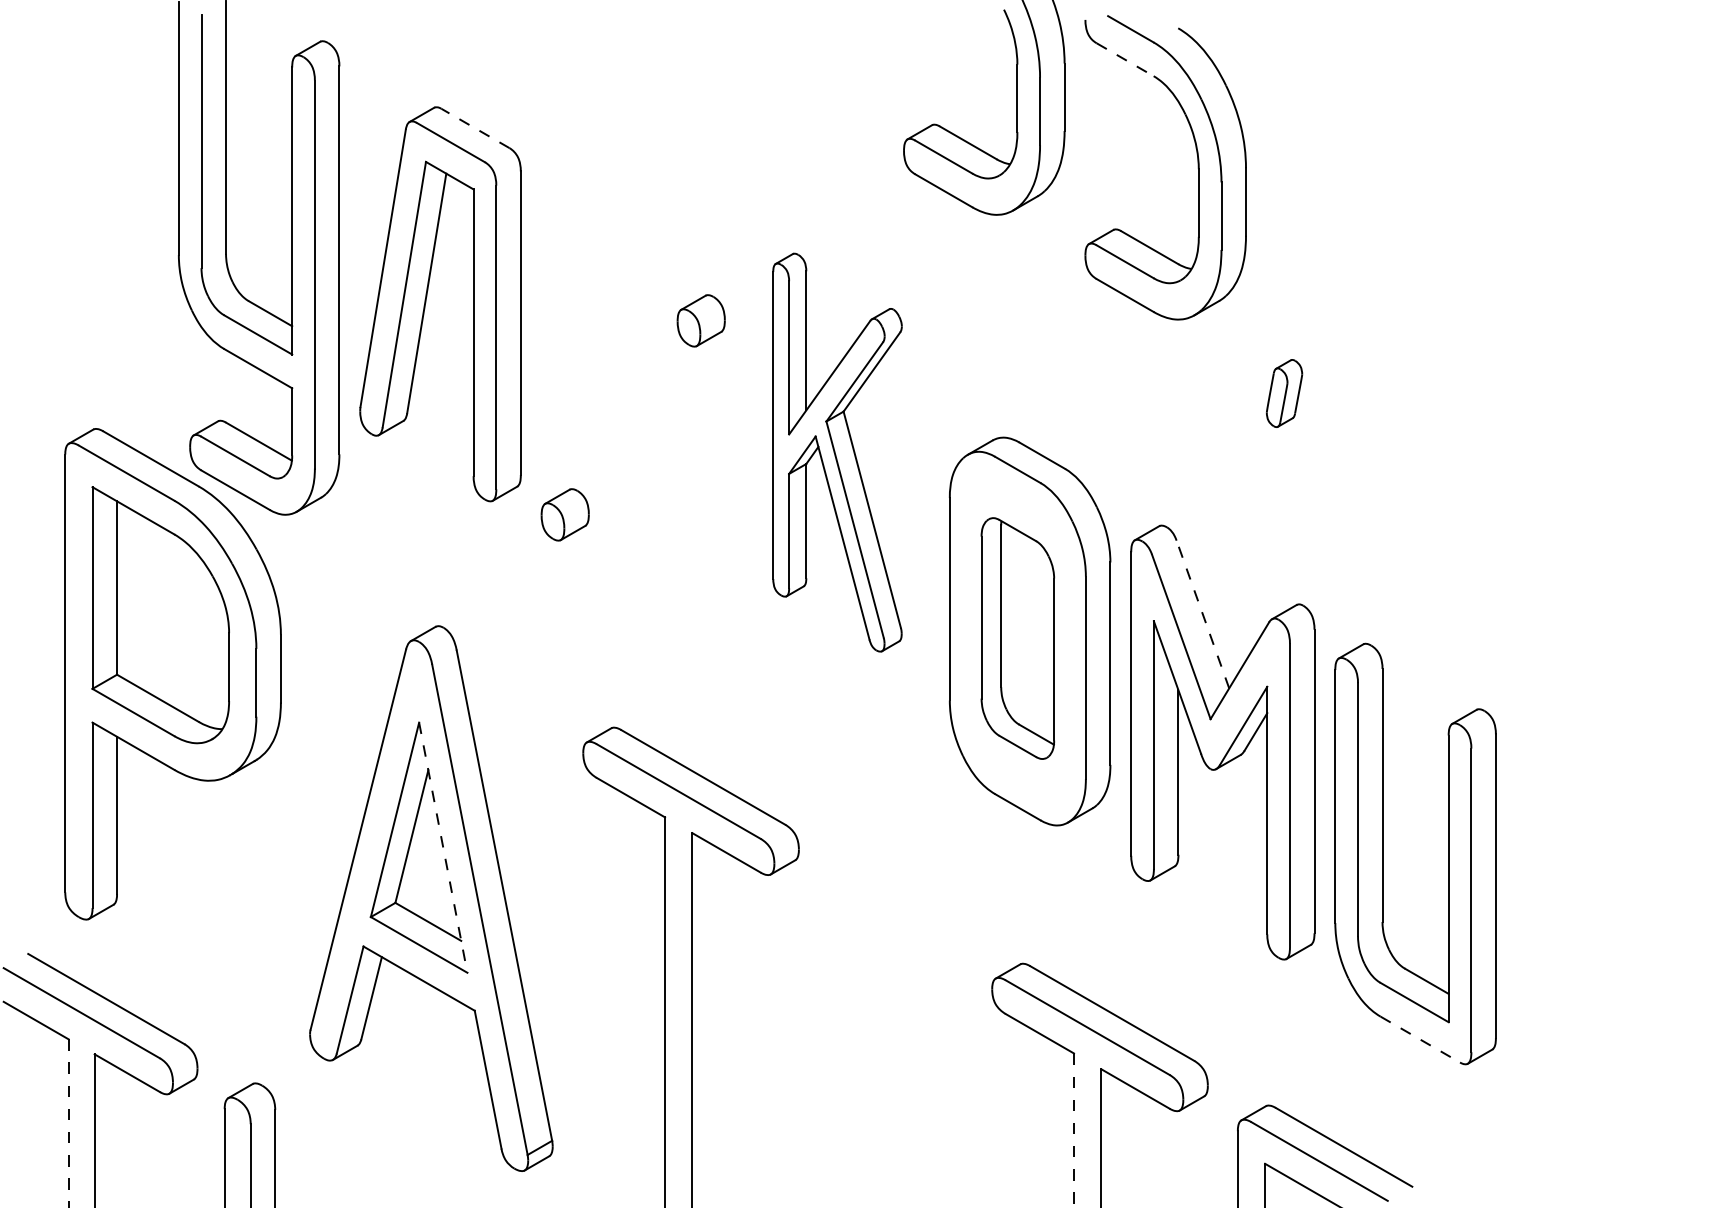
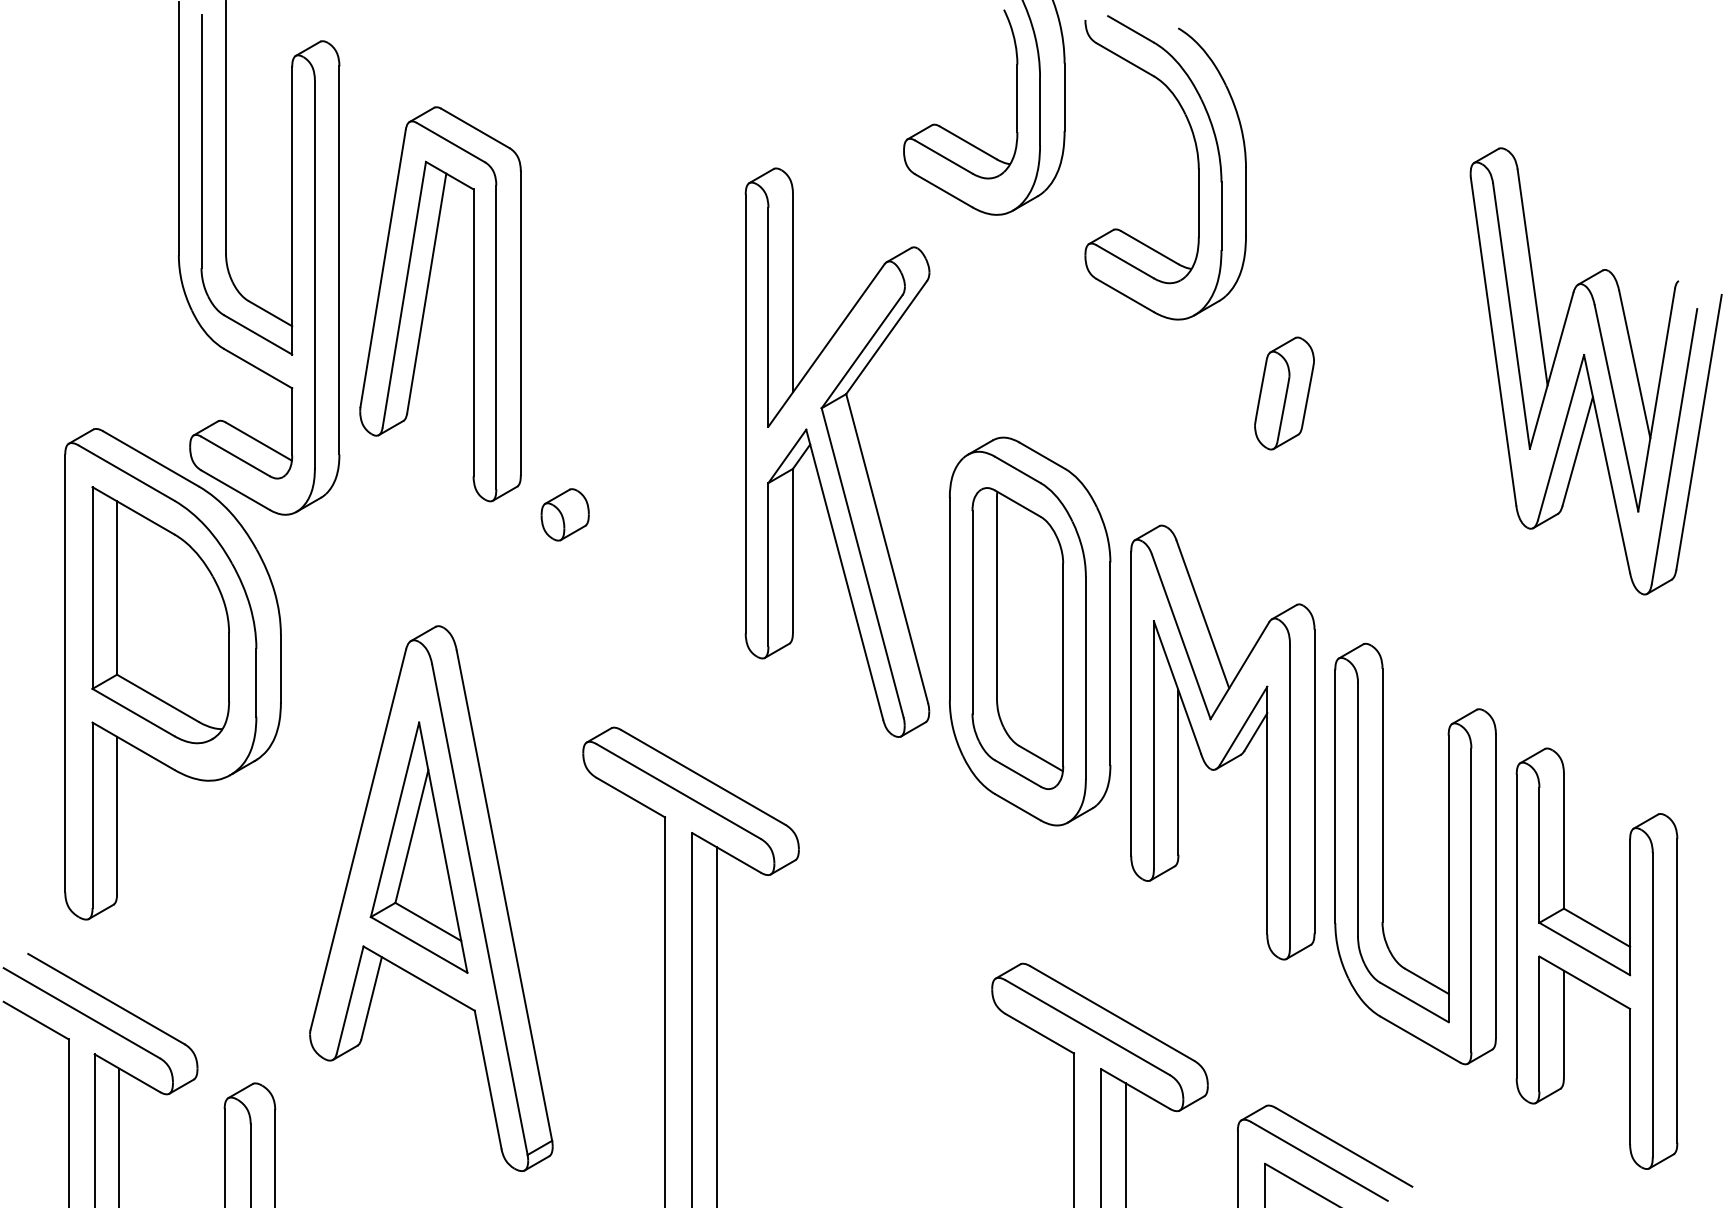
line at (1125, 59): dashed -> solid
line at (475, 128): dashed -> solid
part at (700, 320): present -> none
part at (1589, 374): none -> present
part at (1284, 393) size: 38x69 px -> 61x115 px
part at (837, 452) size: 131x401 px -> 187x571 px
line at (1202, 614): dashed -> solid
part at (1017, 638) size: 76x243 px -> 94x303 px
line at (443, 848): dashed -> solid
part at (1596, 958): none -> present
line at (716, 1025): none -> present
line at (1420, 1039): dashed -> solid
line at (68, 1123): dashed -> solid
line at (1074, 1130): dashed -> solid
line at (119, 1136): none -> present
line at (1125, 1143): none -> present
